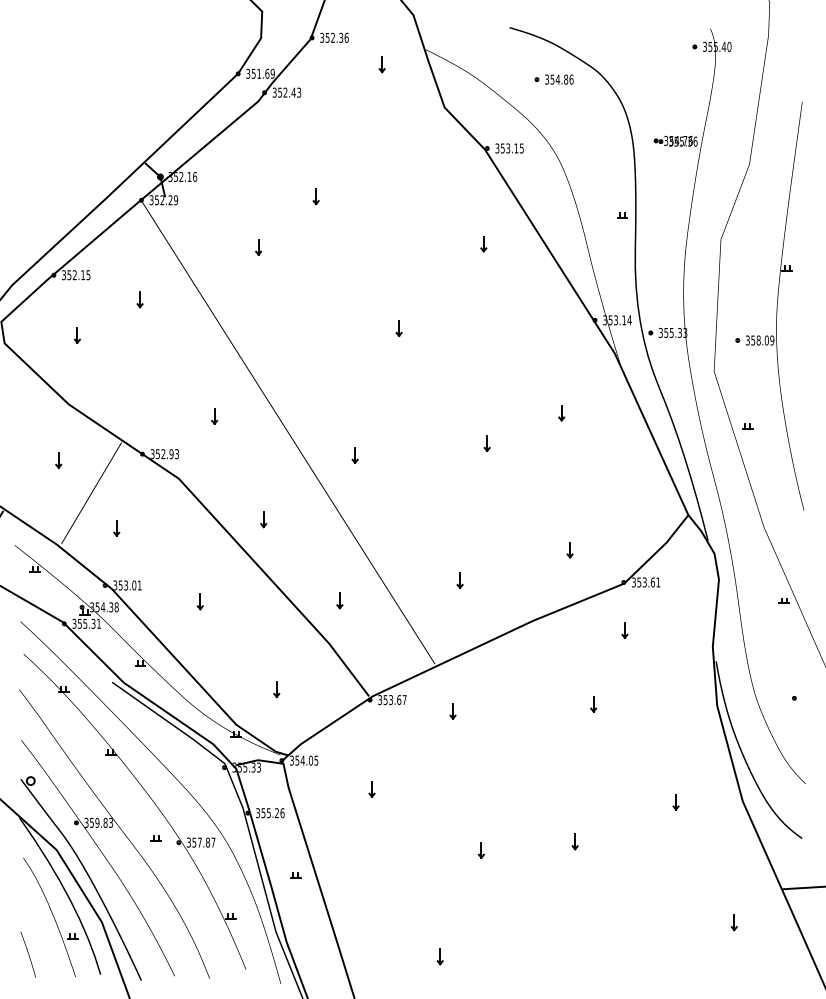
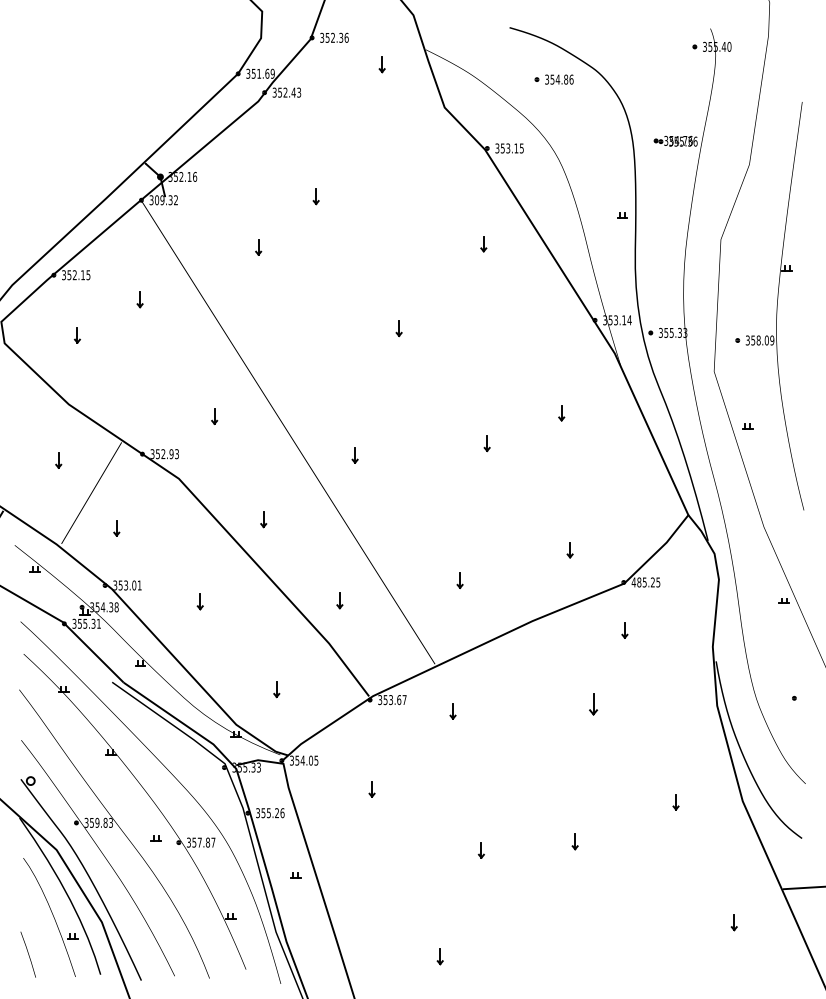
text at (166, 200): 352.29 -> 309.32
text at (645, 582): 353.61 -> 485.25
part at (593, 704) size: 8x17 px -> 10x23 px
